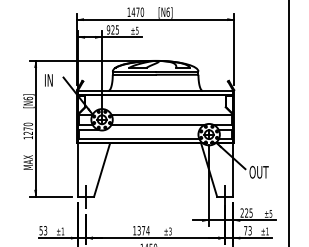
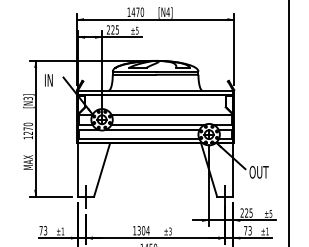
text at (167, 11): [N6] -> [N4]
text at (108, 29): 925 -> 225
text at (27, 98): [N6] -> [N3]
line at (152, 129): none -> present
text at (40, 230): 53 -> 73
text at (143, 230): 1374 -> 1304
